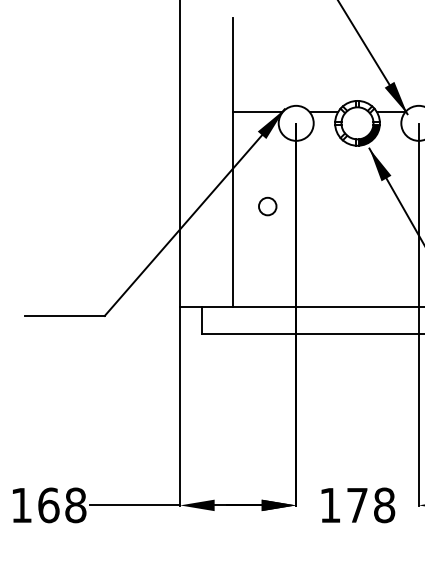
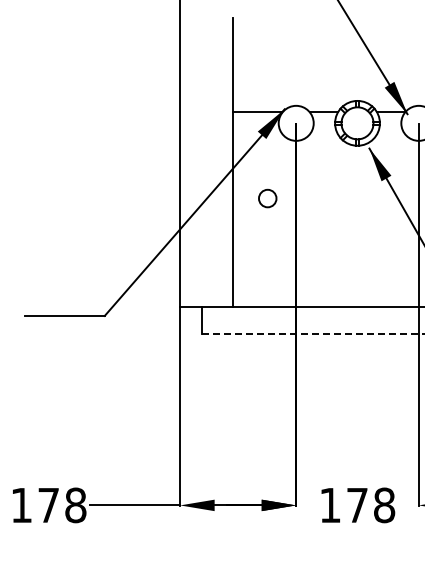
fill at (369, 134): present -> none
circle at (267, 206) position: (267, 206) -> (267, 198)
line at (313, 333): solid -> dashed
text at (48, 505): 168 -> 178
